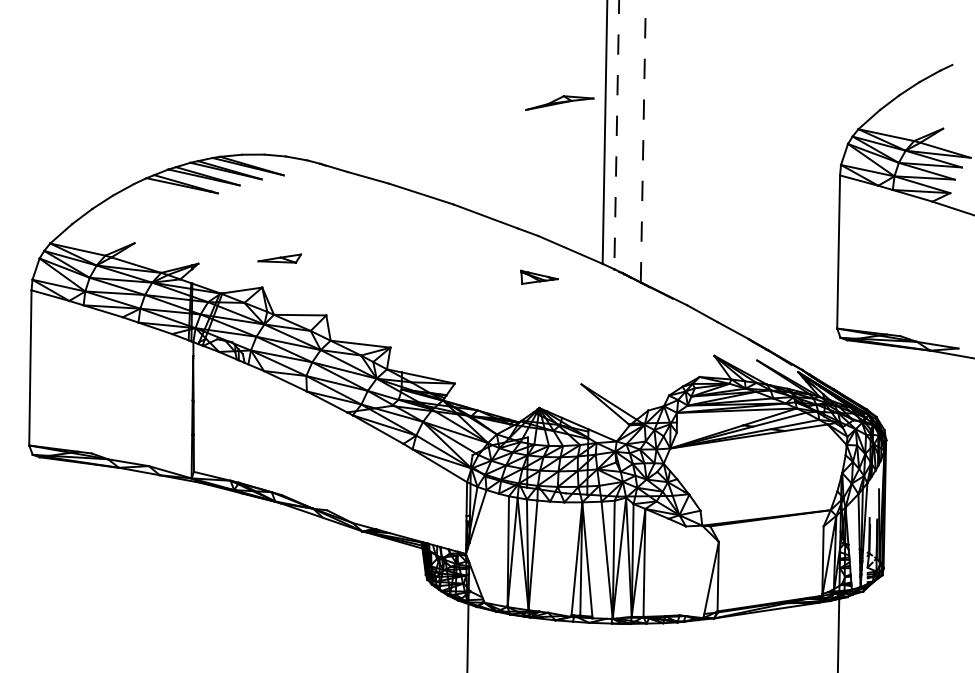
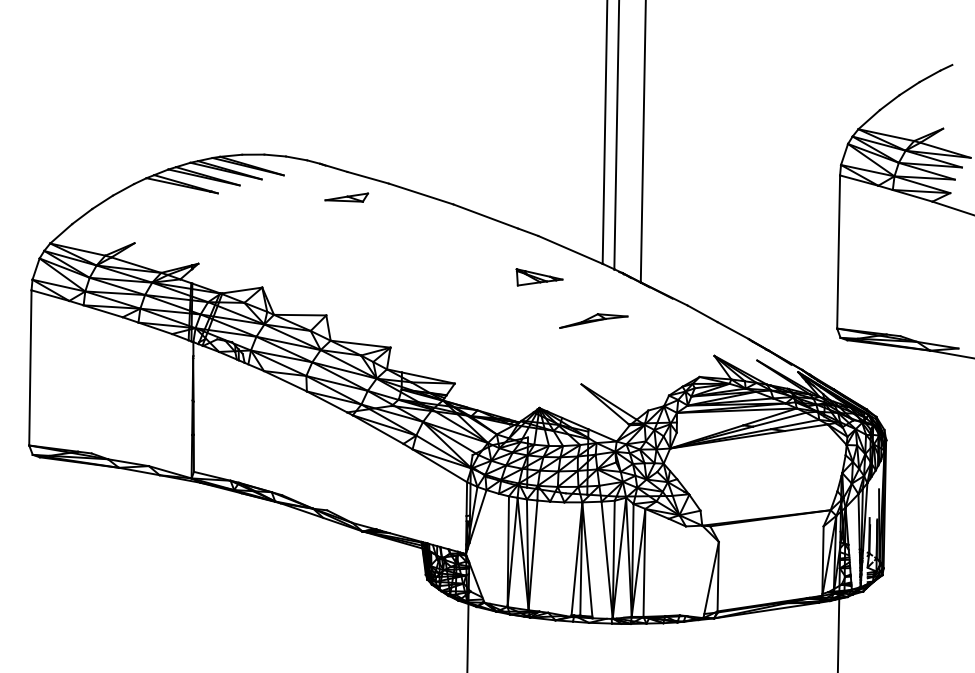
part at (559, 102) position: (559, 102) -> (593, 320)
line at (616, 135): dashed -> solid
line at (643, 141): dashed -> solid
part at (279, 258) position: (279, 258) -> (346, 197)
part at (539, 276) size: 39x16 px -> 49x19 px
